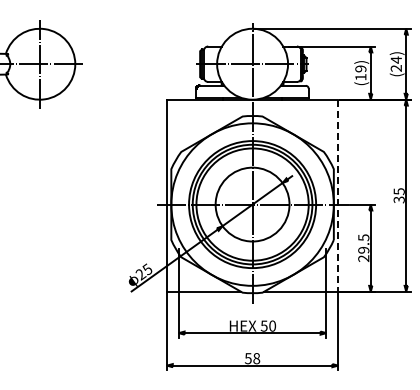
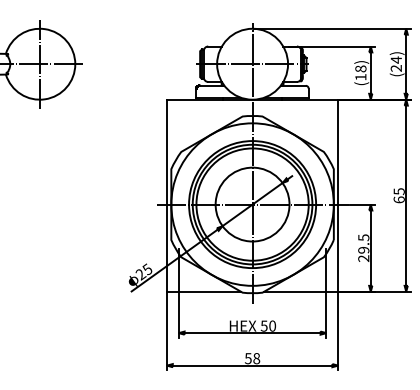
text at (360, 68): (19) -> (18)
line at (338, 196): dashed -> solid
text at (398, 199): 35 -> 65
